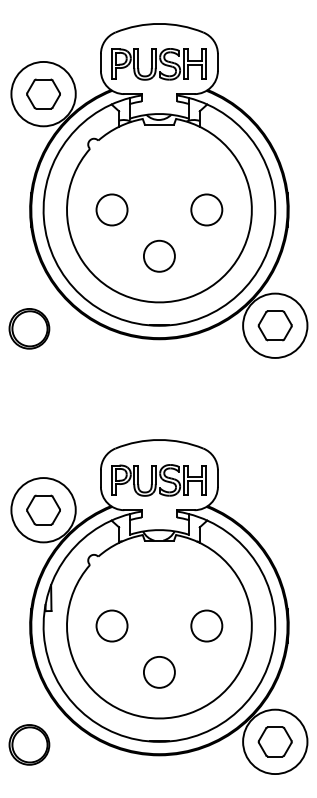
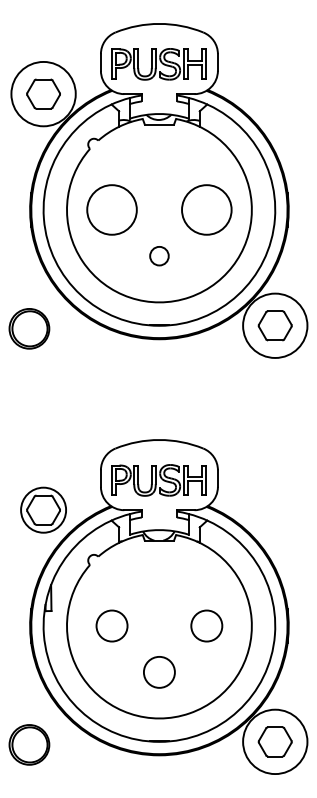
circle at (111, 209) diameter: 31 px -> 50 px
circle at (206, 209) diameter: 31 px -> 50 px
circle at (159, 255) size: 33x34 px -> 21x21 px
circle at (43, 510) diameter: 64 px -> 45 px
